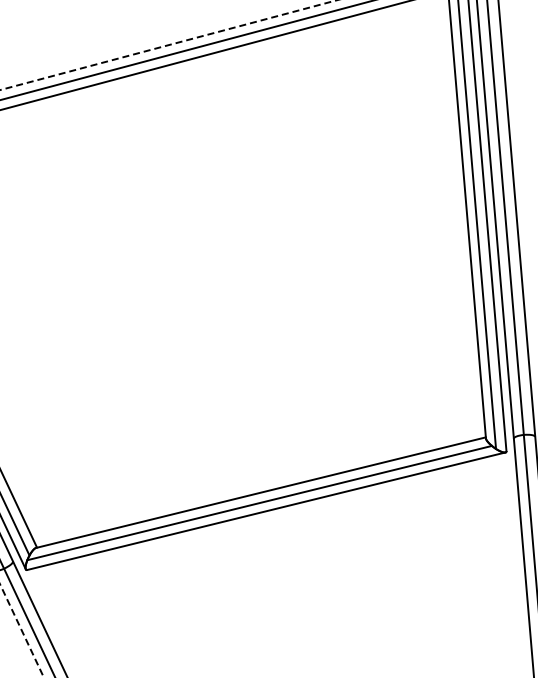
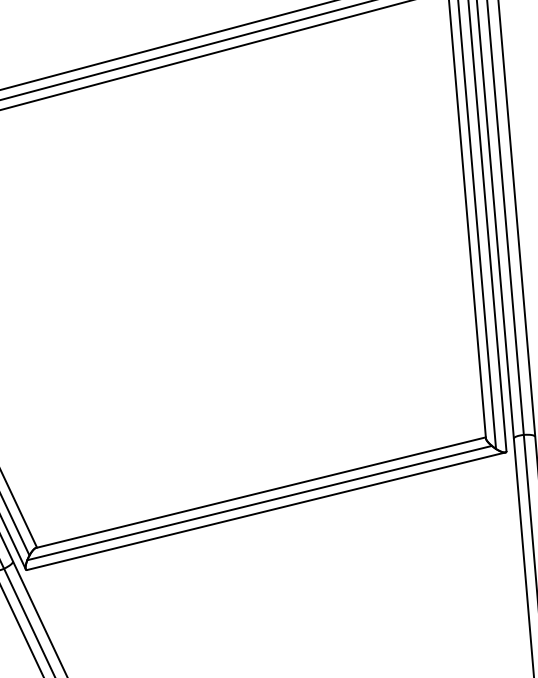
line at (169, 44): dashed -> solid
line at (22, 631): dashed -> solid
